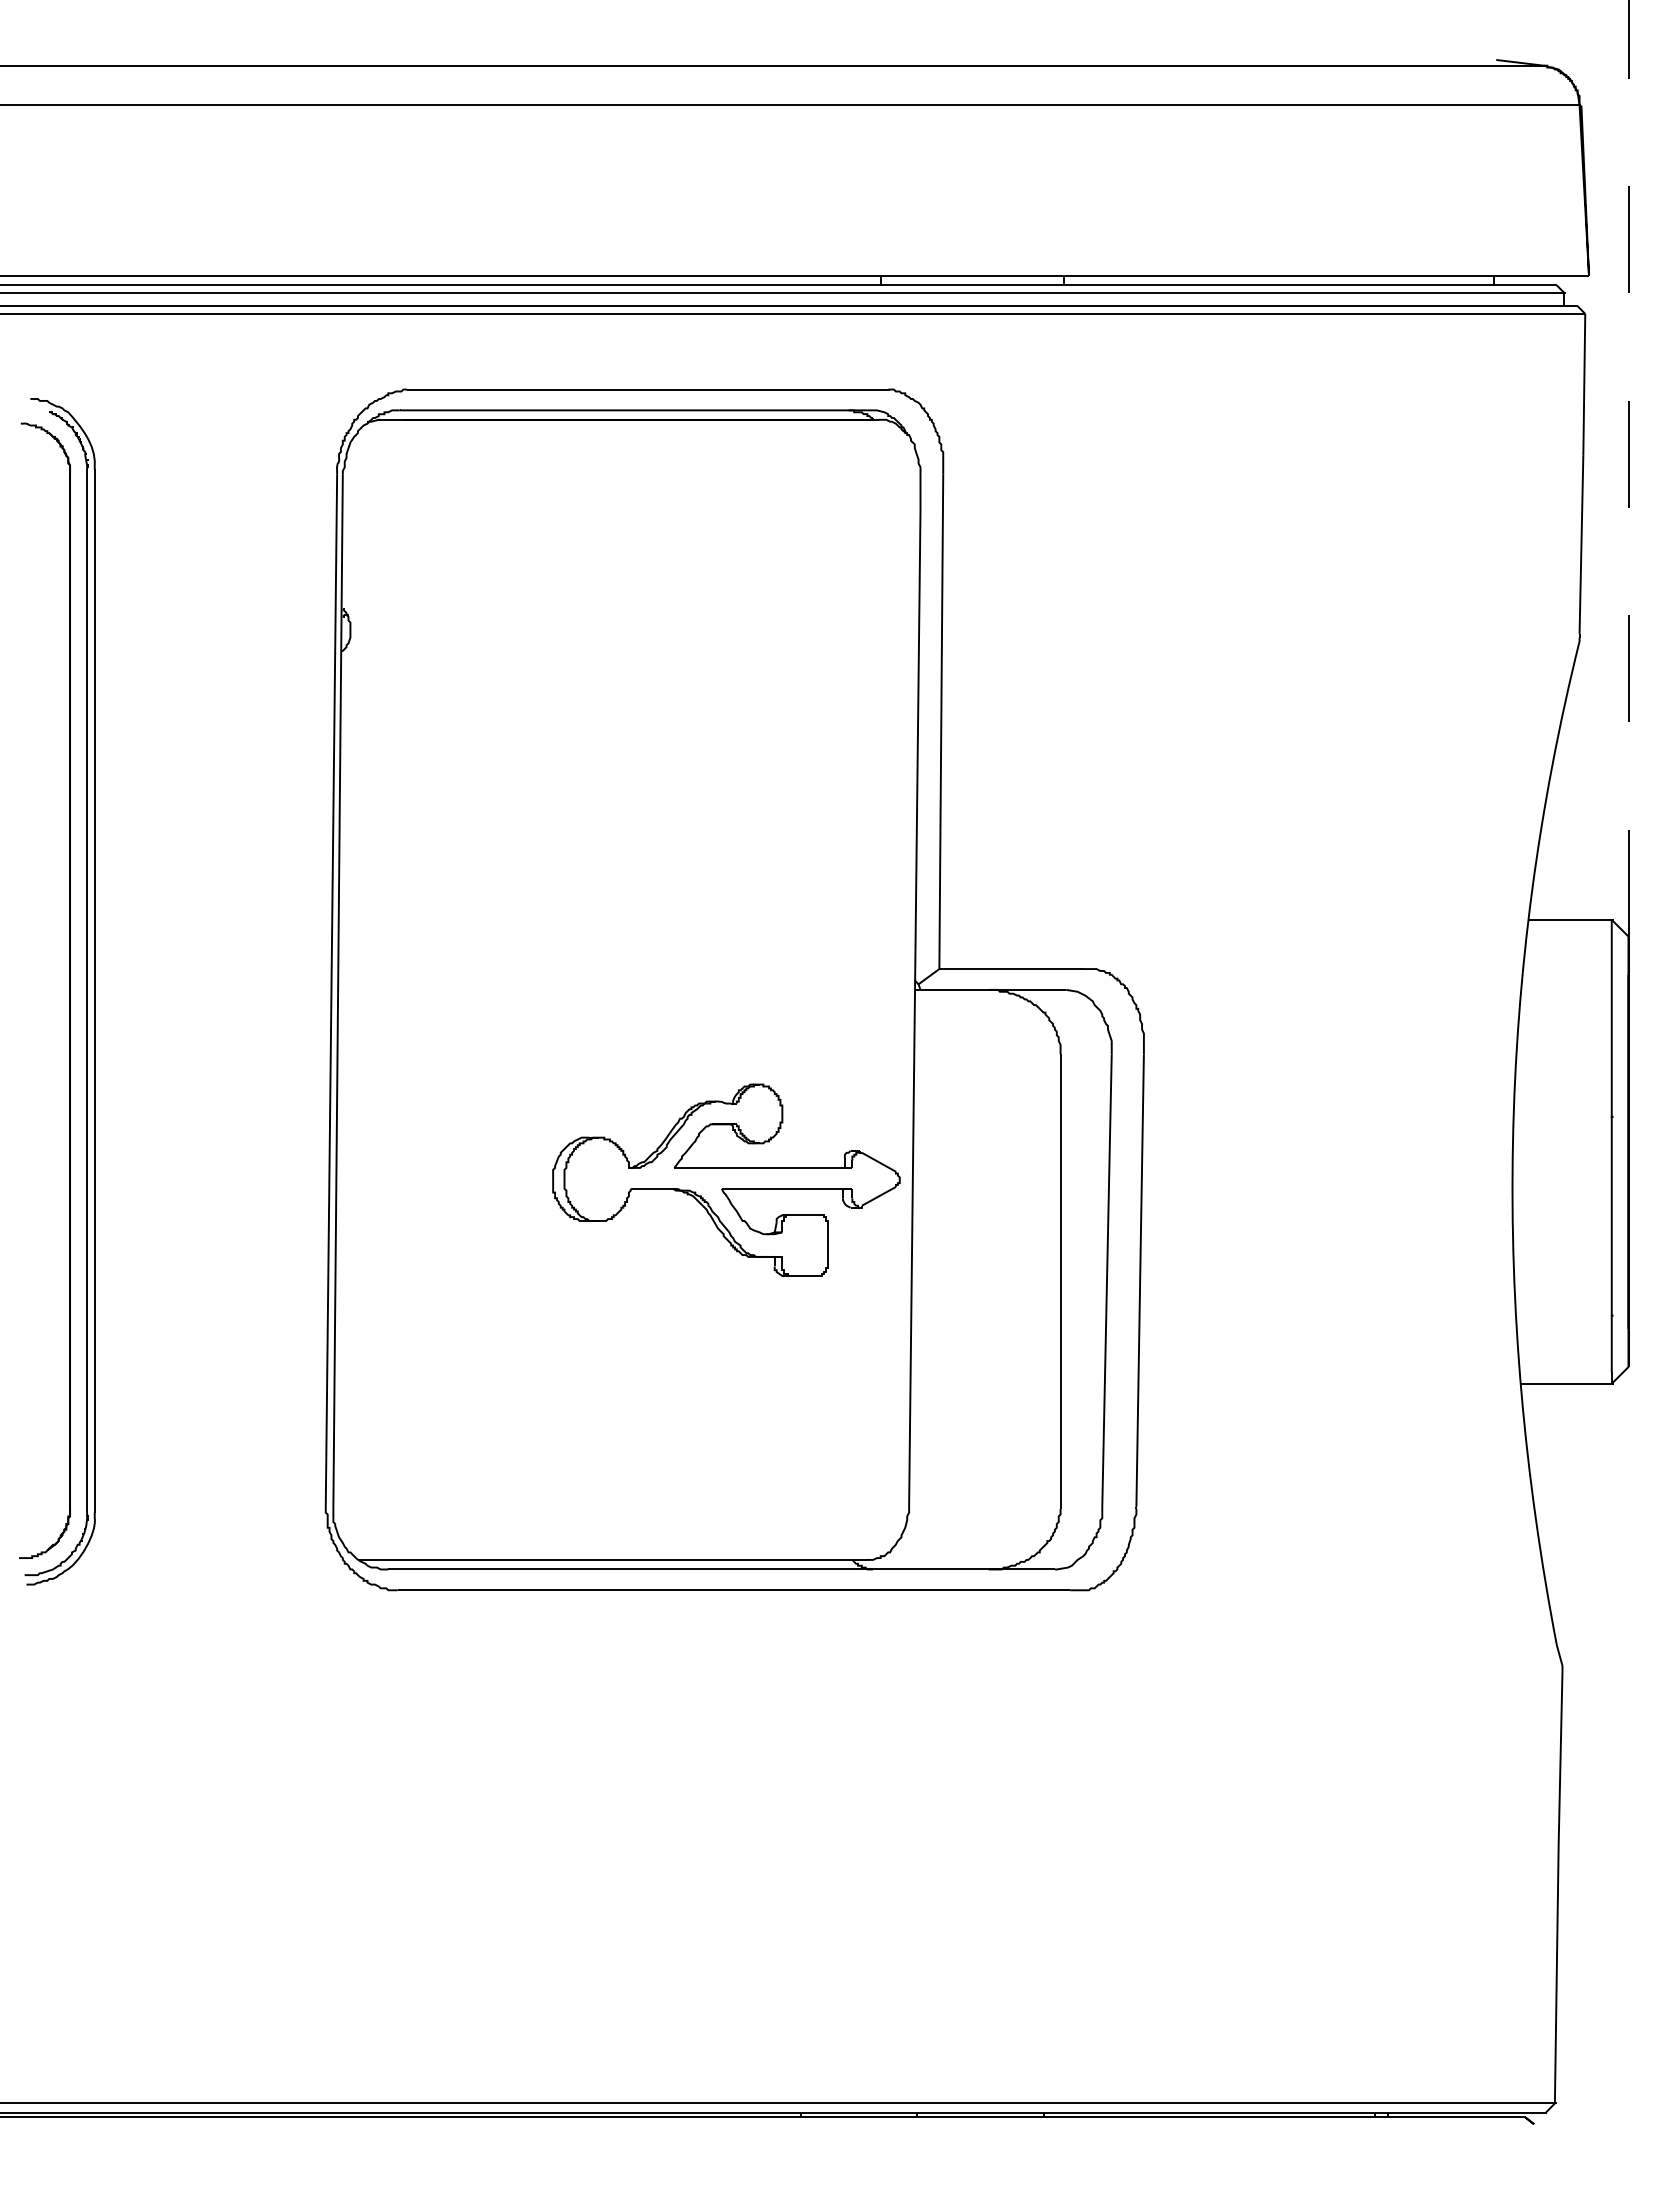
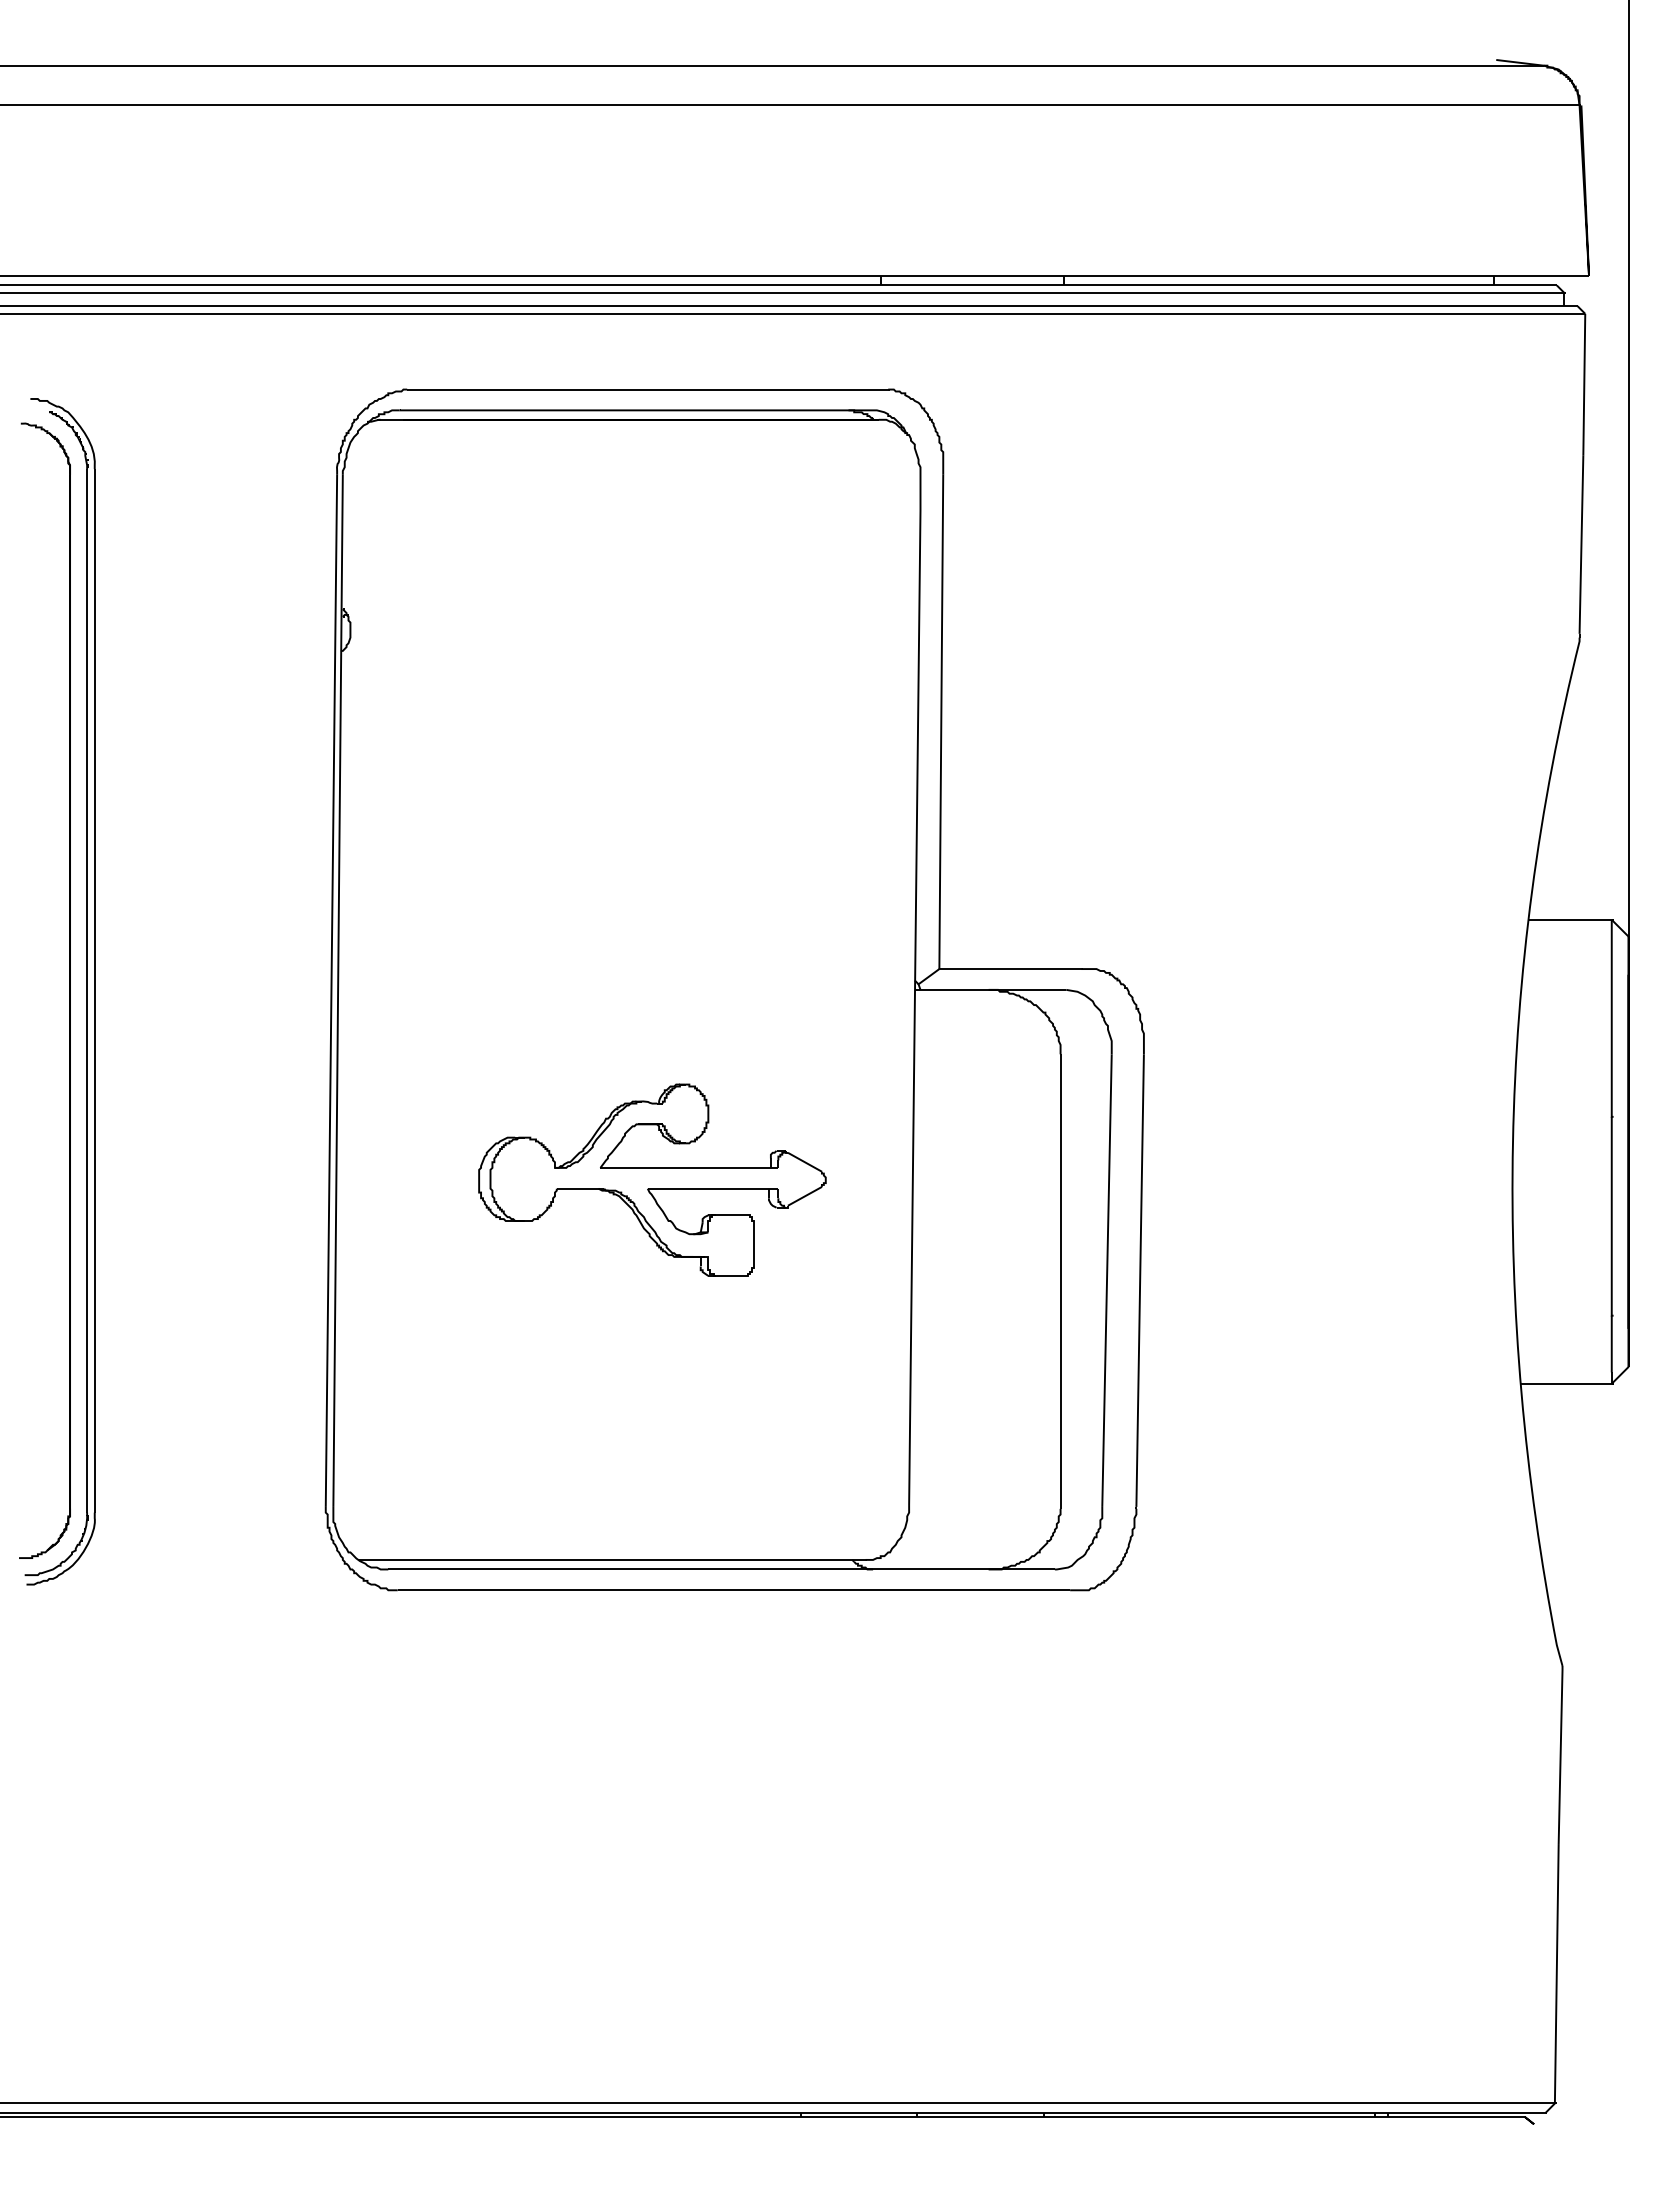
line at (1628, 467): dashed -> solid
part at (726, 1179) position: (726, 1179) -> (652, 1179)
